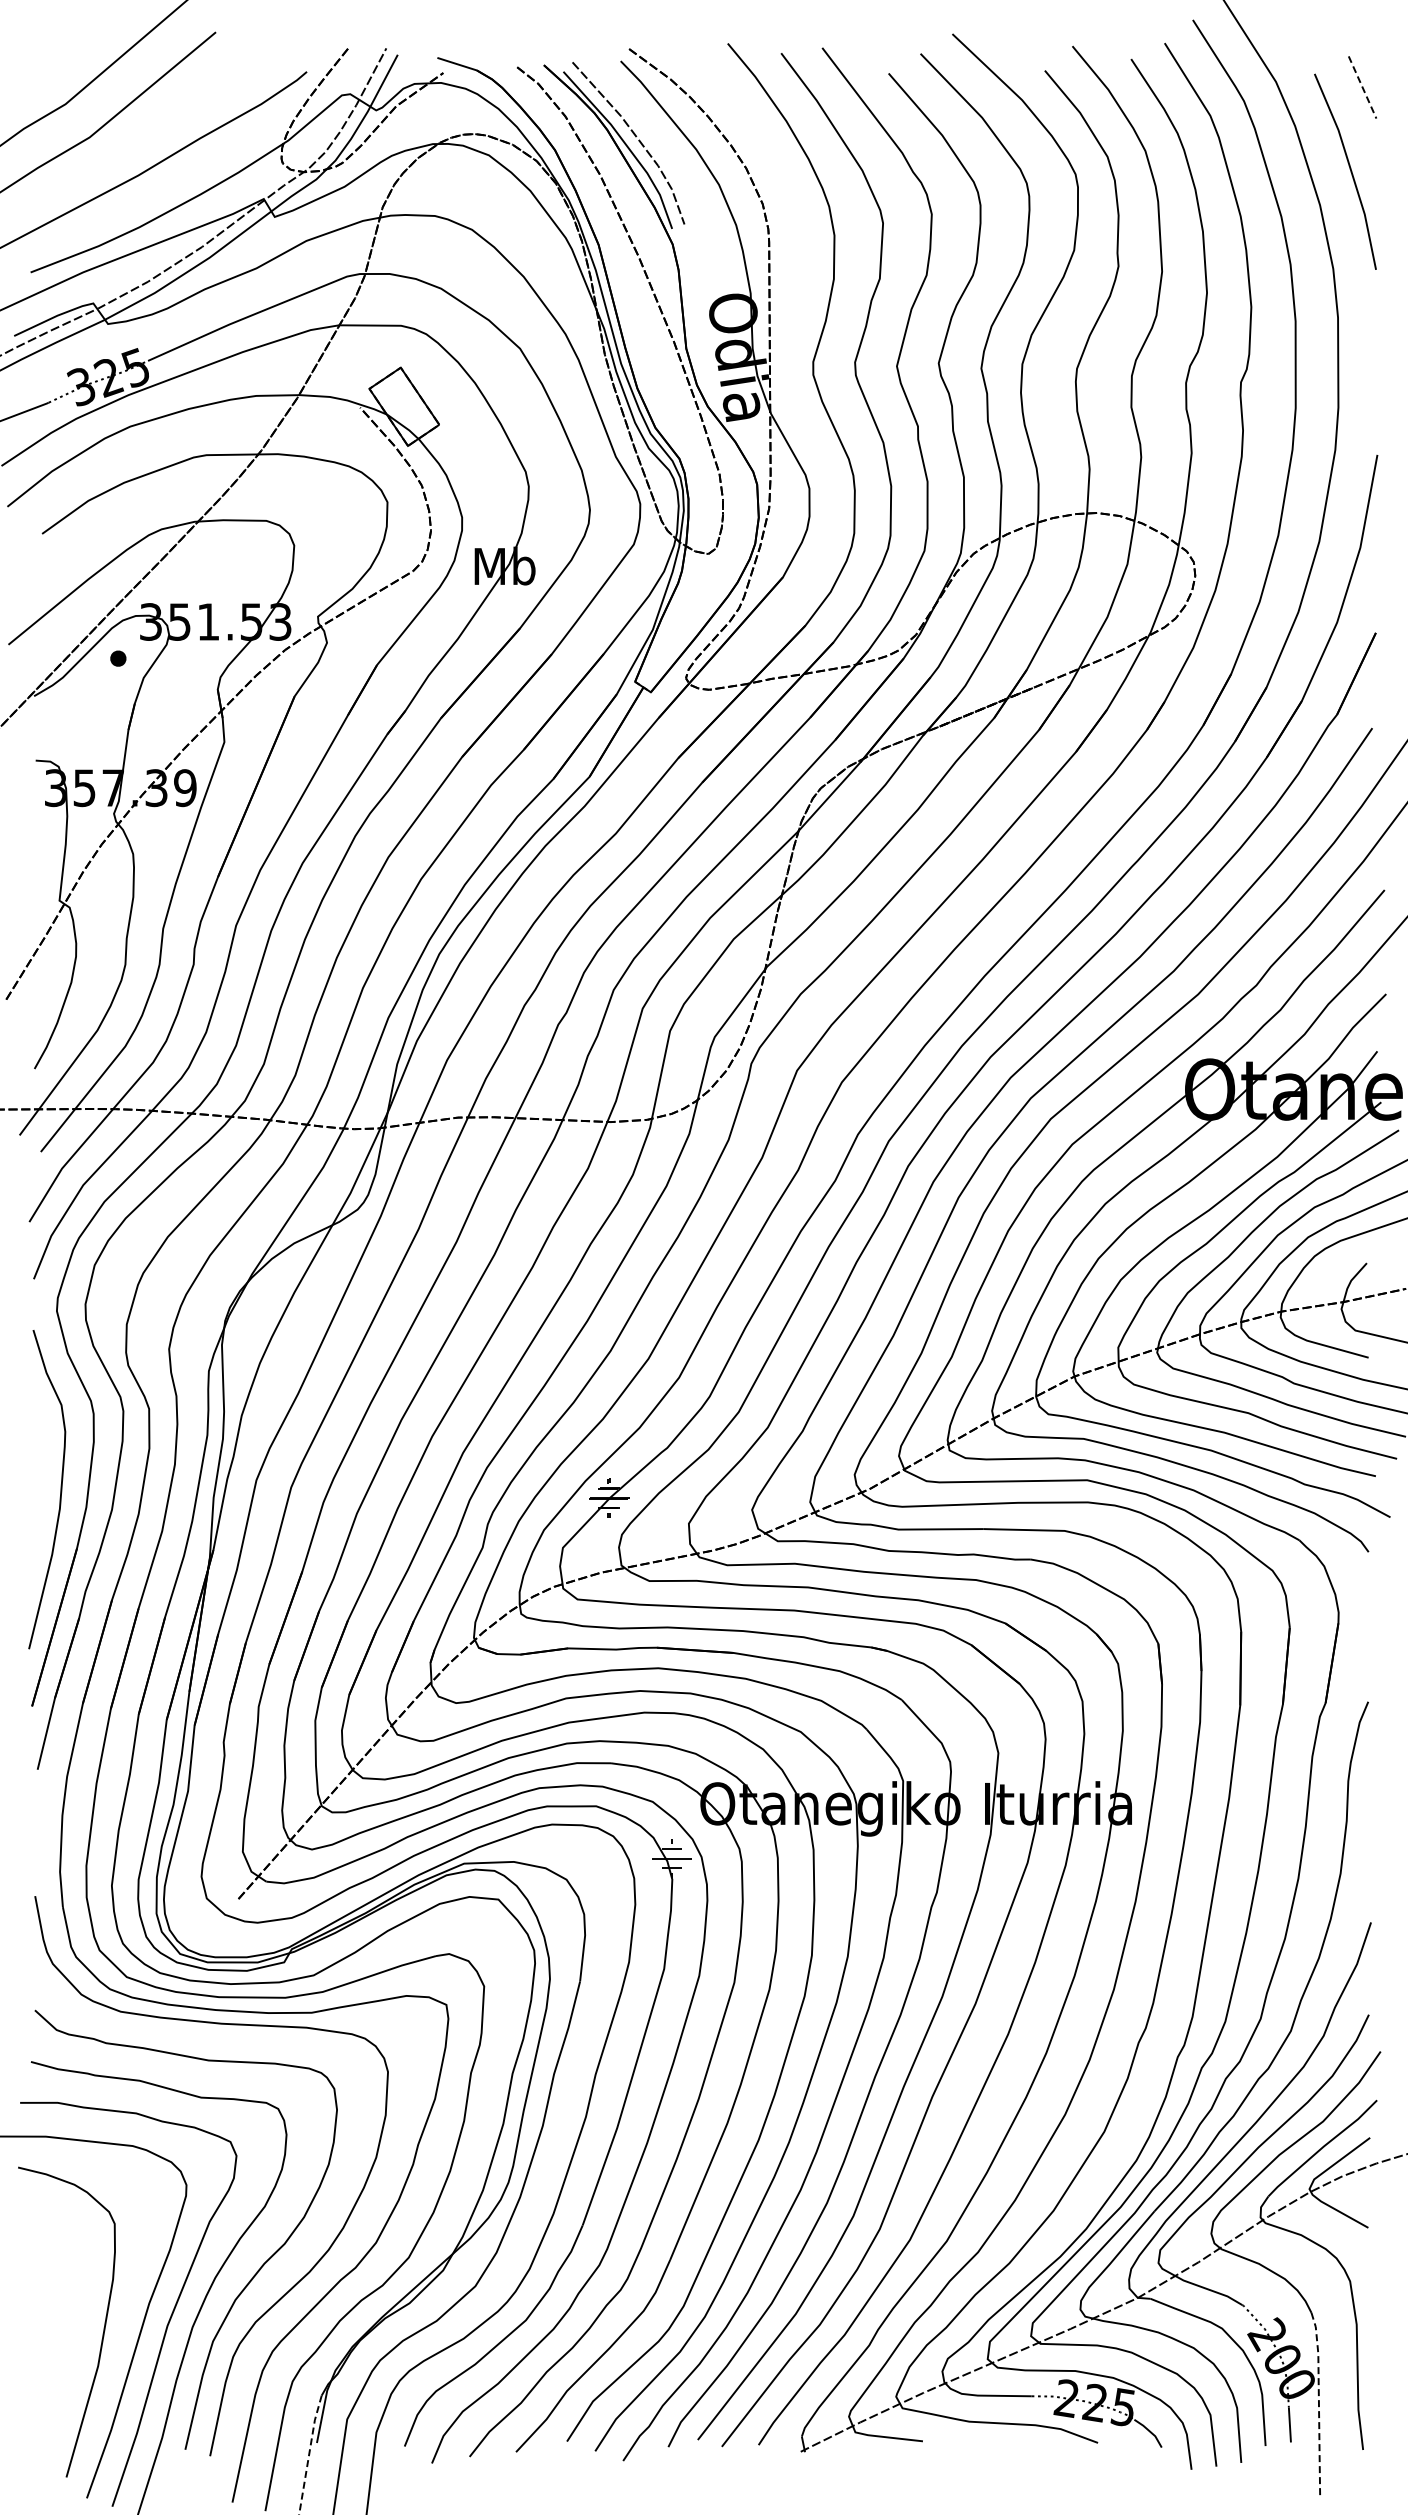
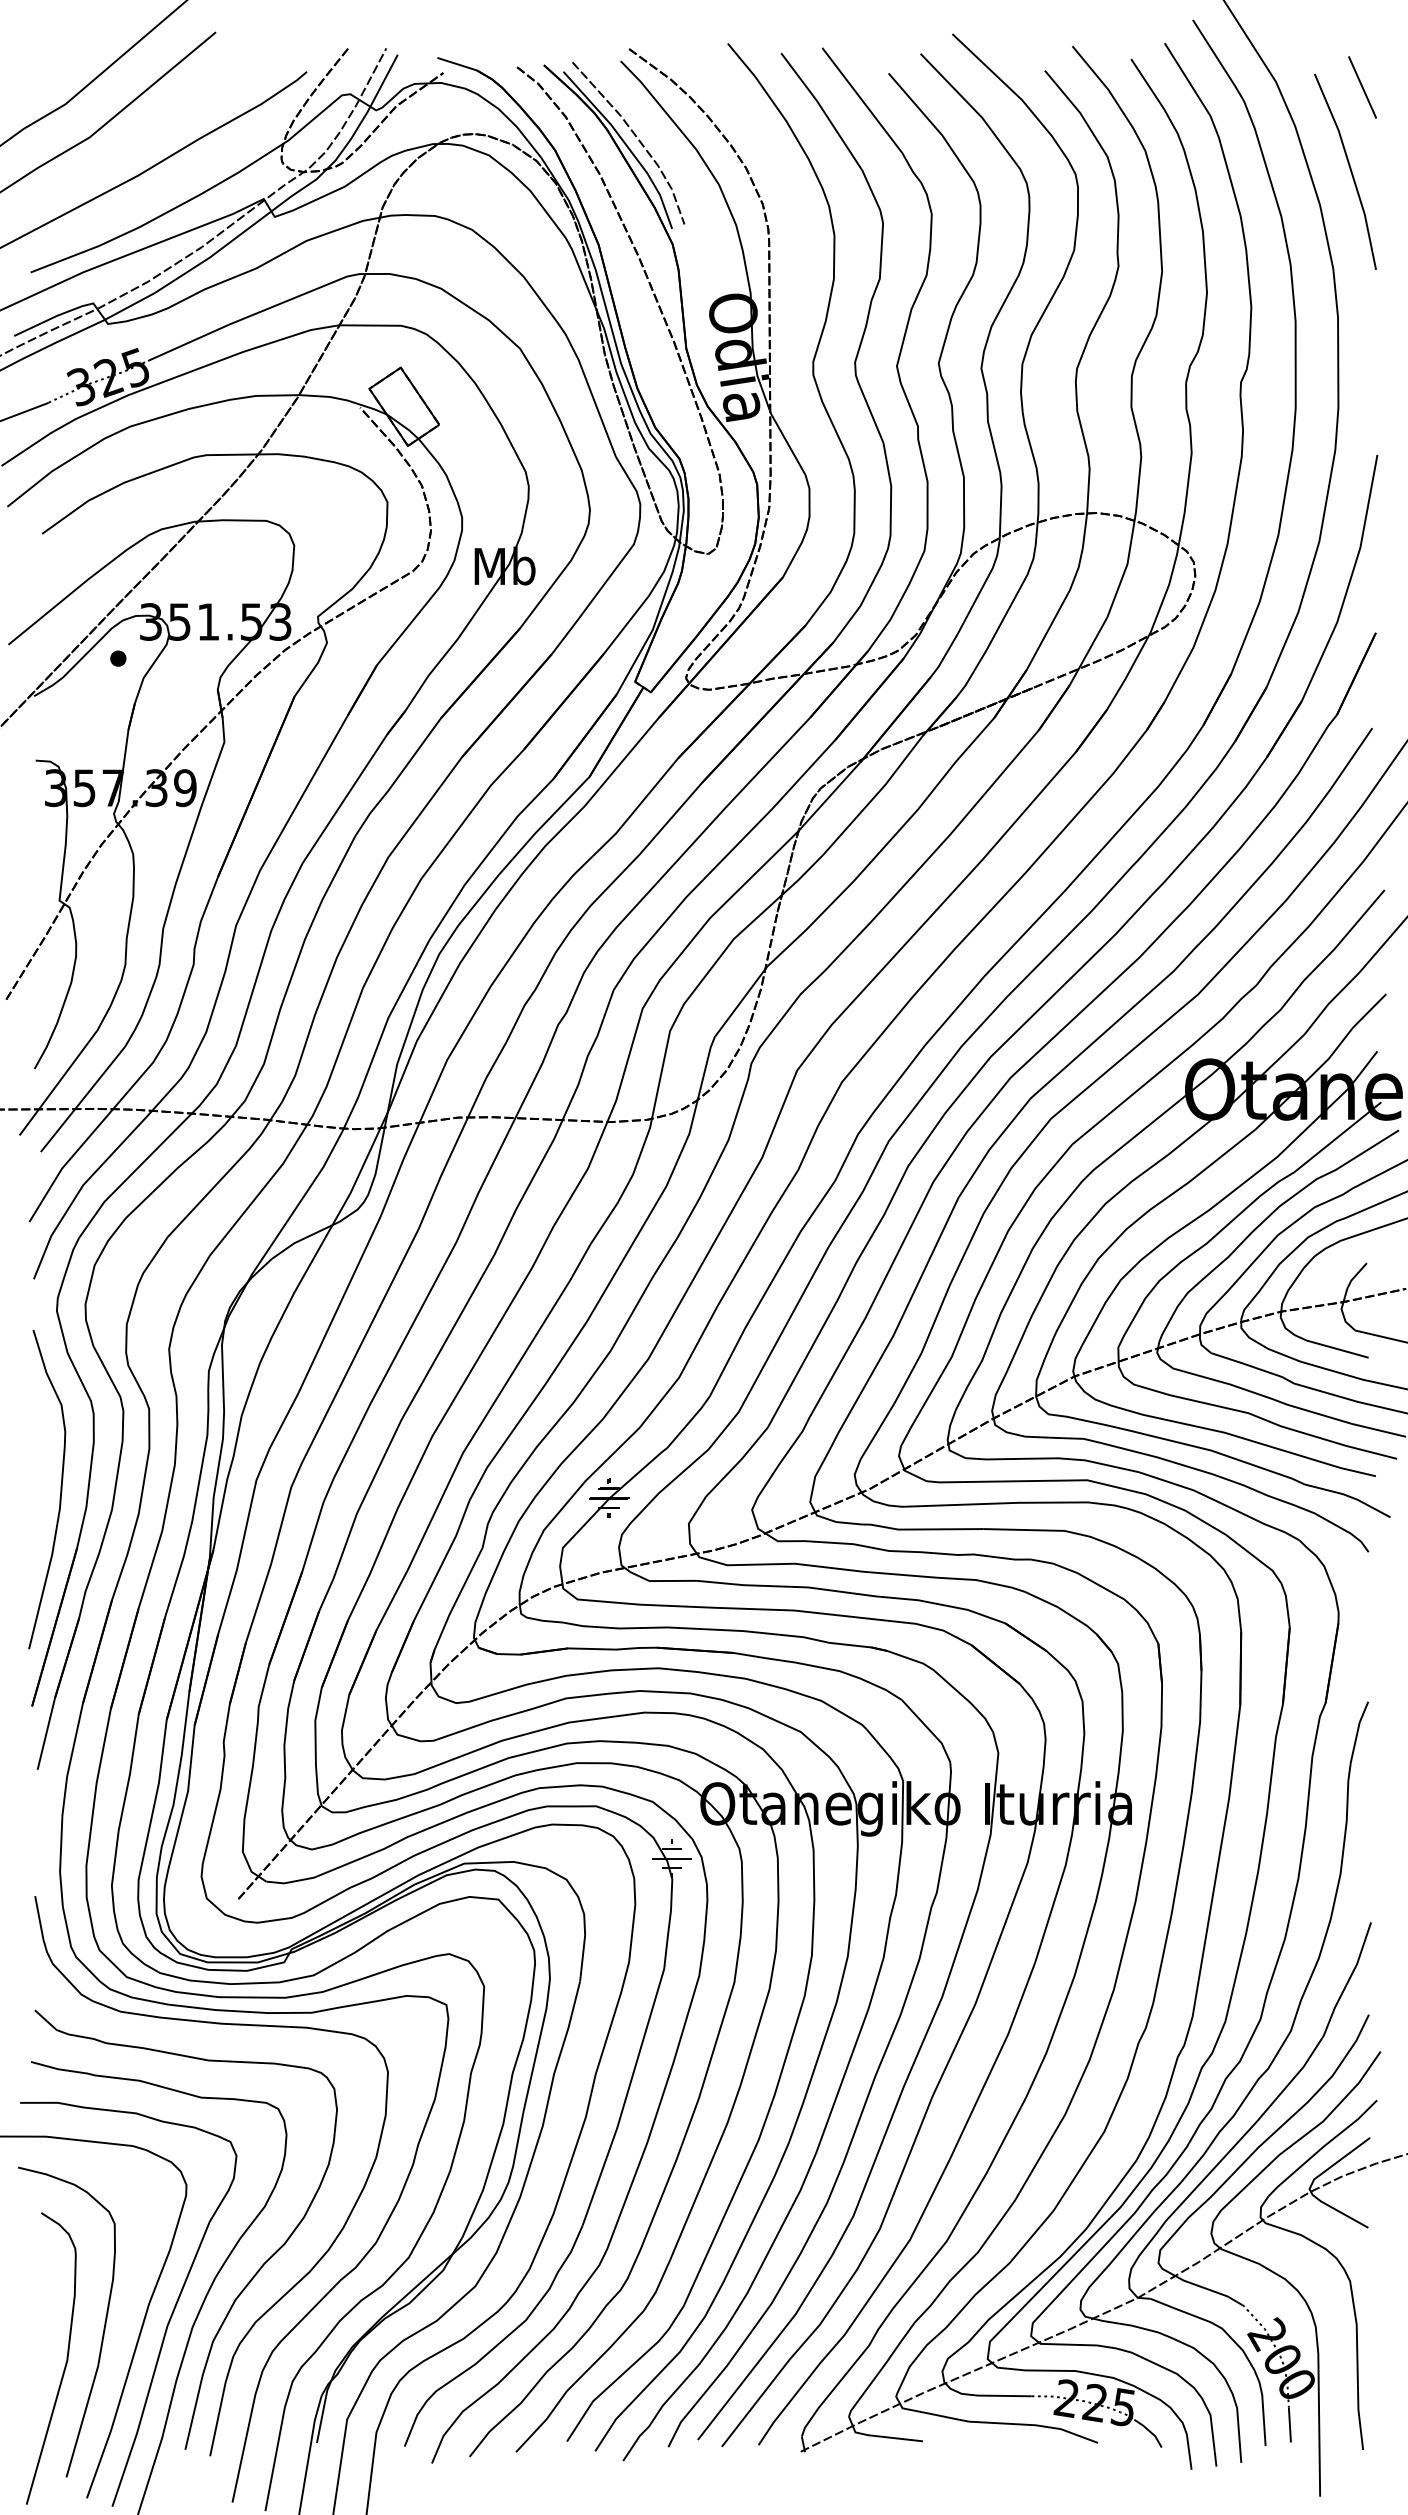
line at (1362, 87): dashed -> solid
curve at (65, 2362): none -> present
line at (1318, 2403): dashed -> solid
line at (309, 2454): dashed -> solid
